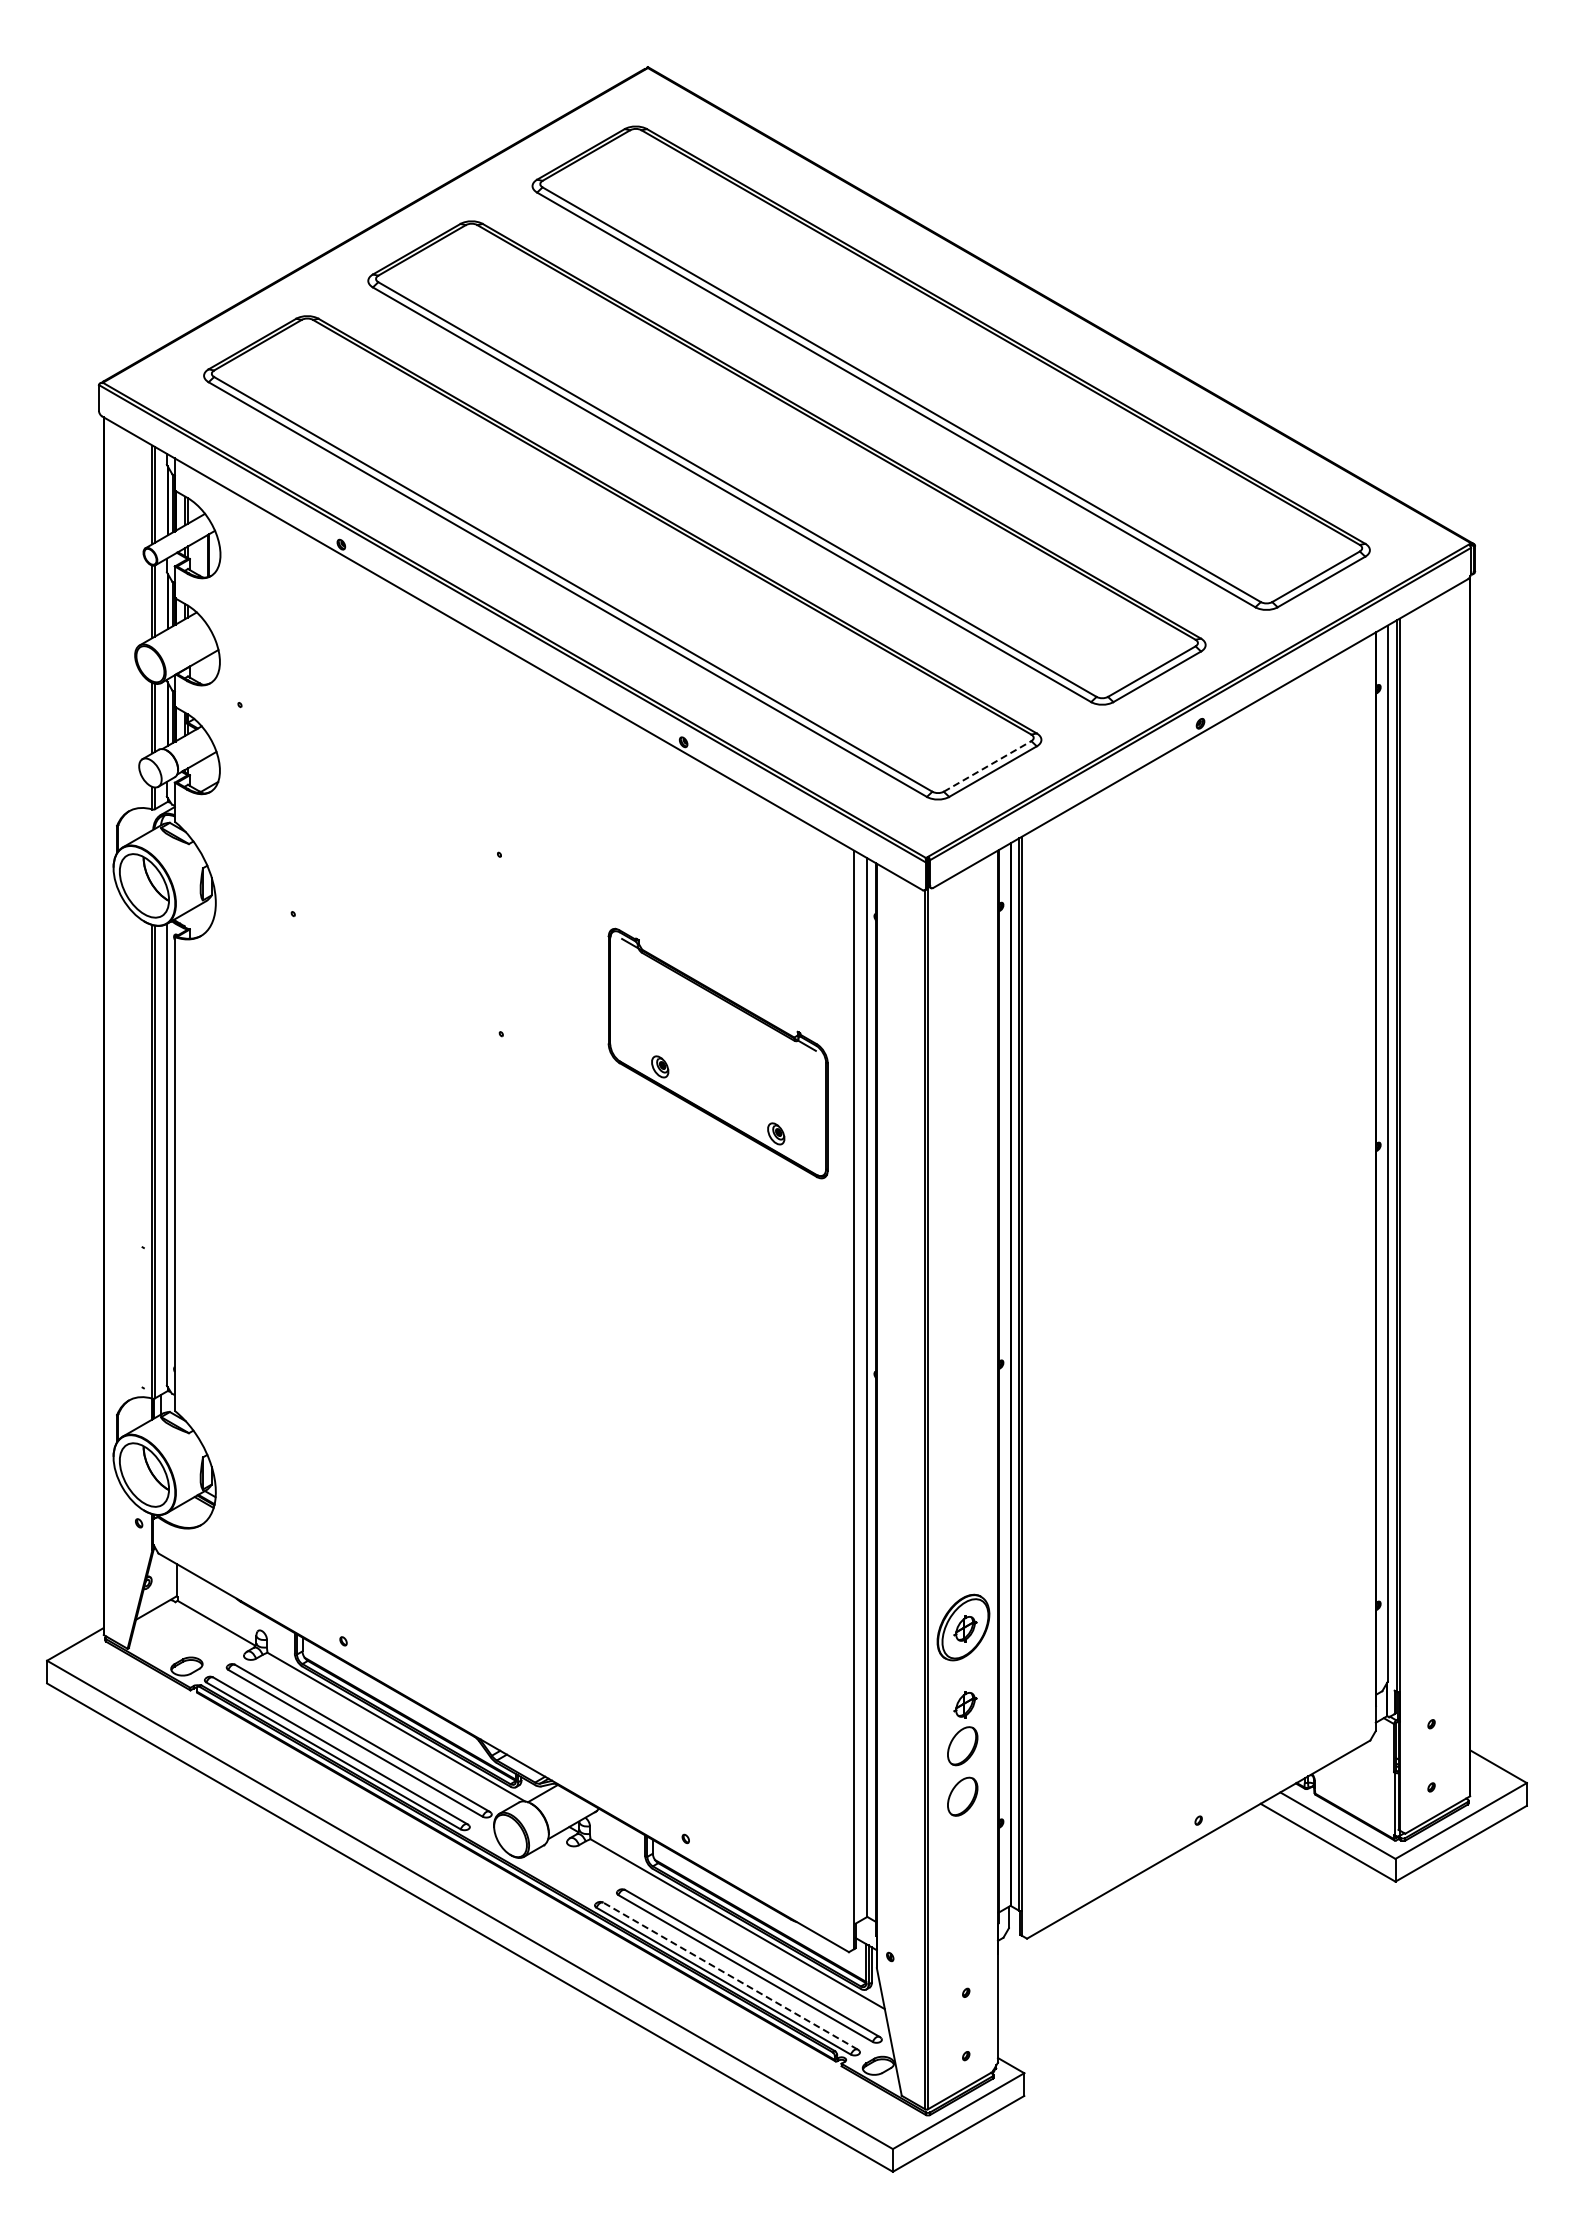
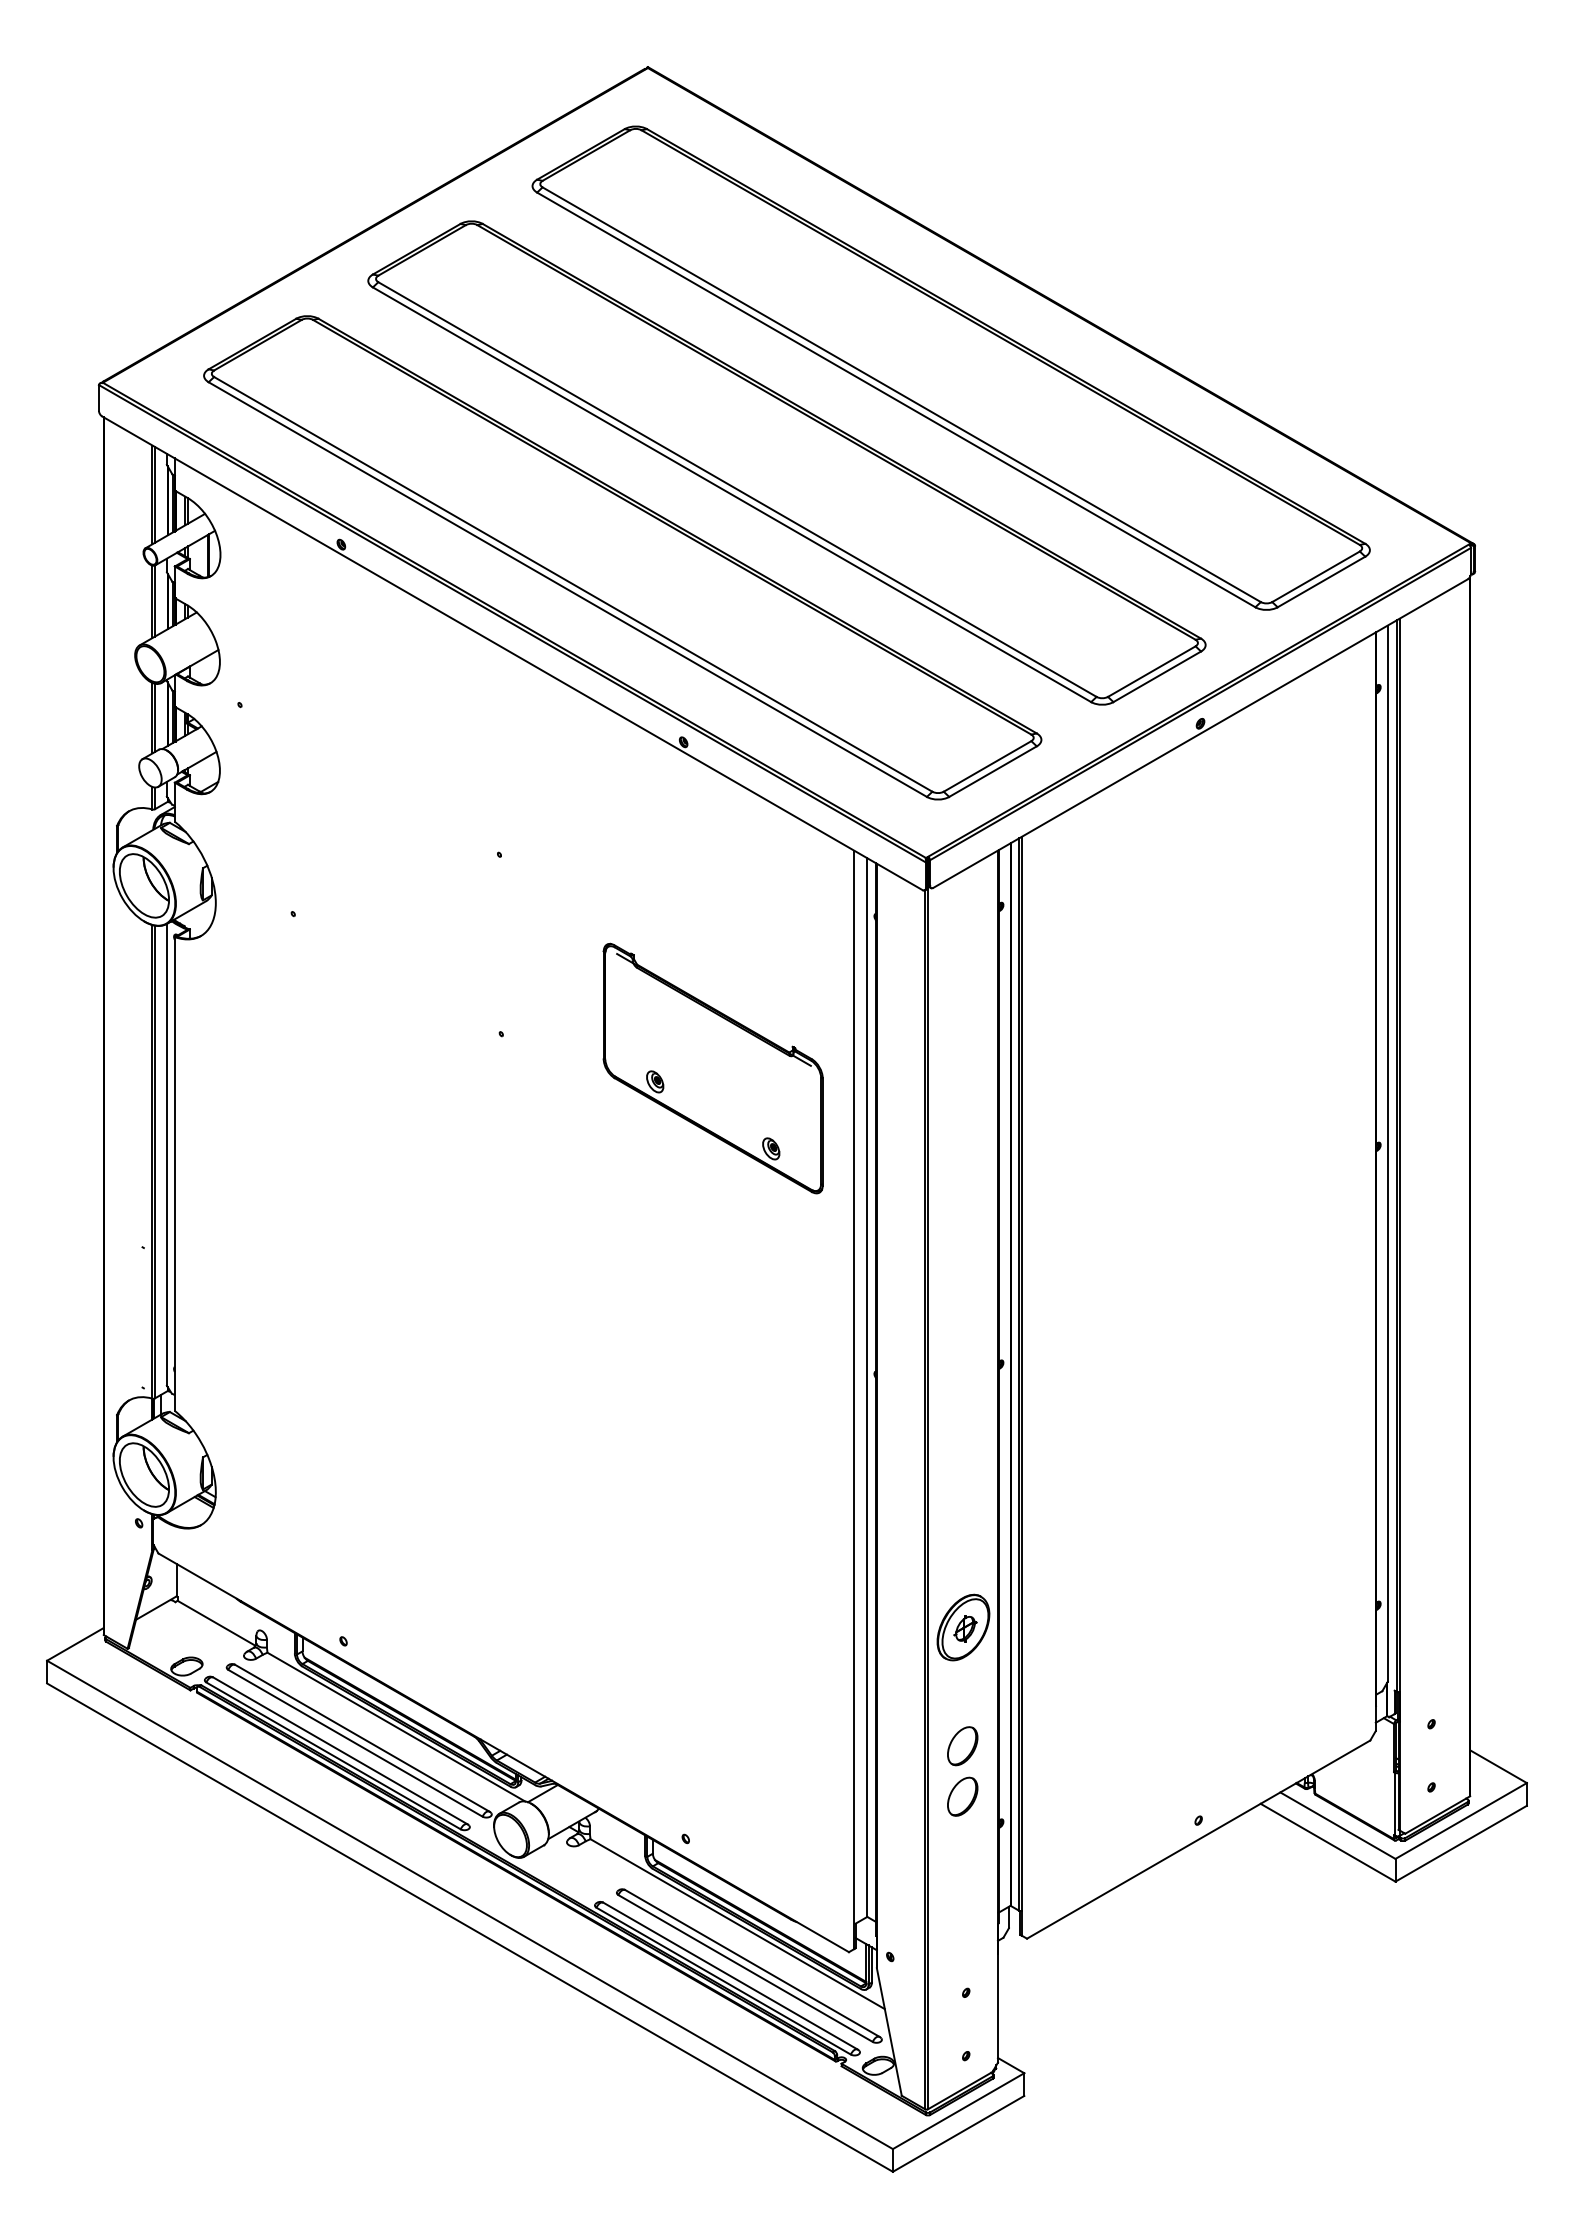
line at (987, 766): dashed -> solid
part at (717, 1053) position: (717, 1053) -> (712, 1068)
part at (965, 1704): present -> none
line at (730, 1976): dashed -> solid
